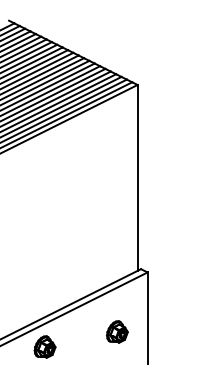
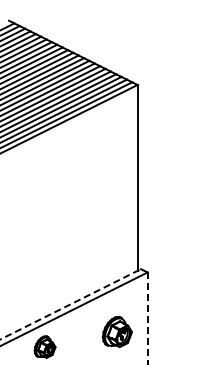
line at (71, 304): solid -> dashed
line at (147, 318): solid -> dashed
part at (117, 331) size: 23x24 px -> 32x32 px
